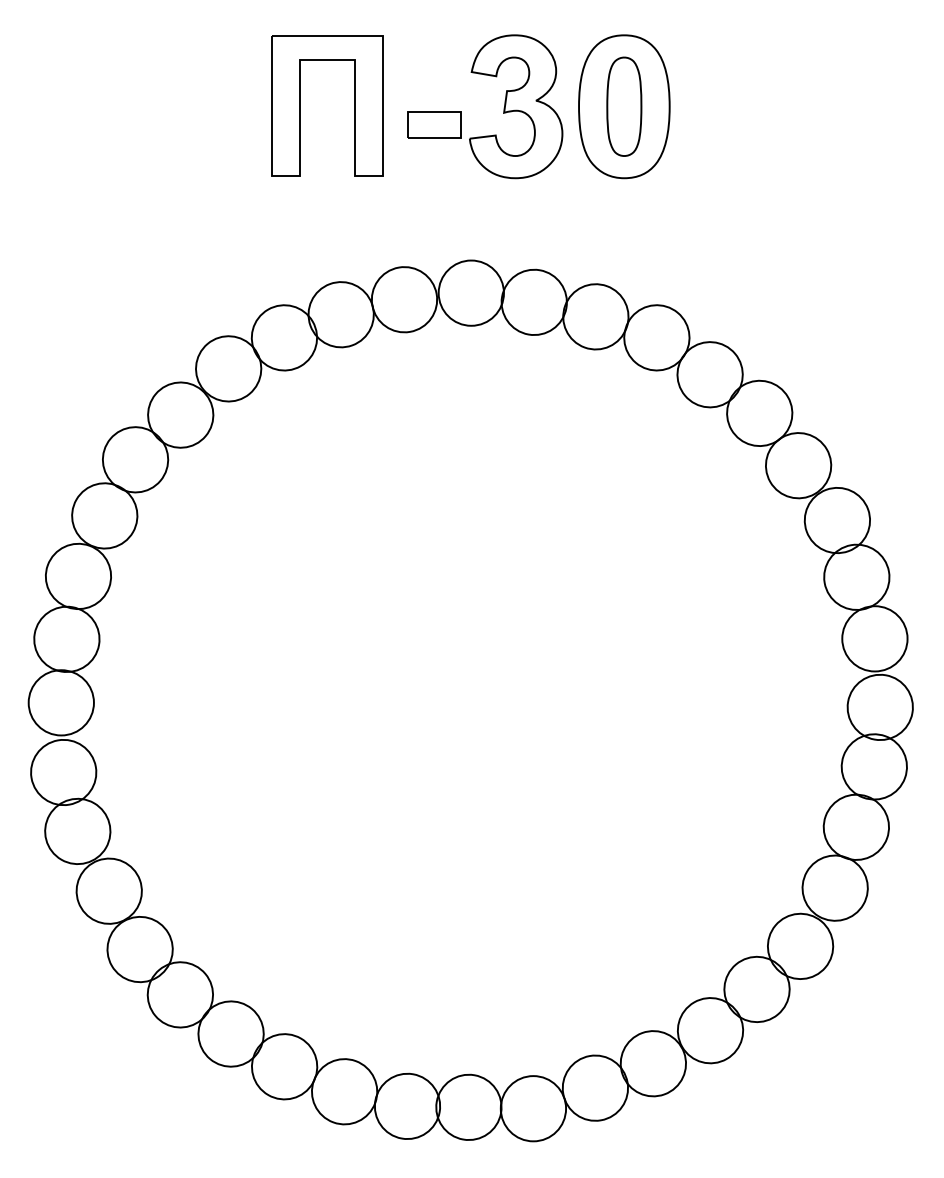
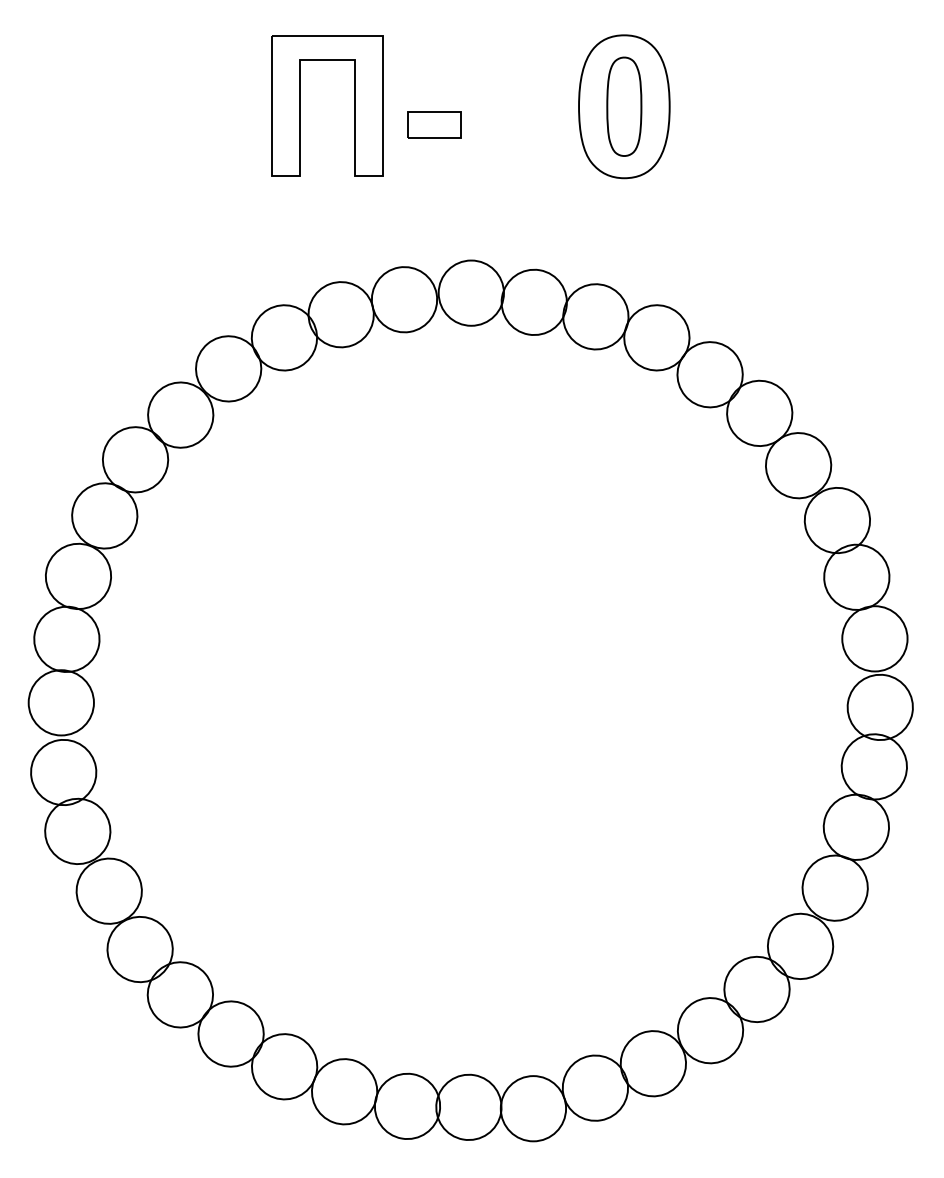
part at (516, 106): present -> none
